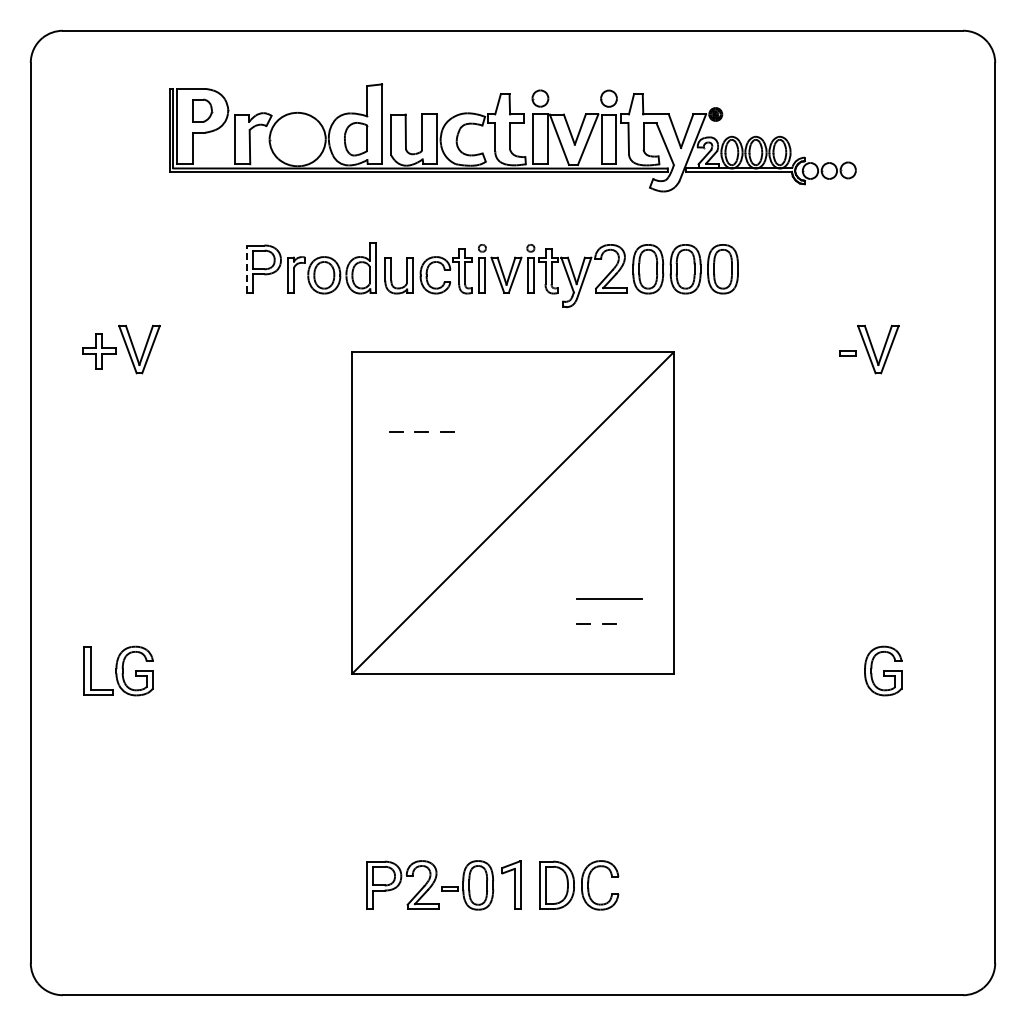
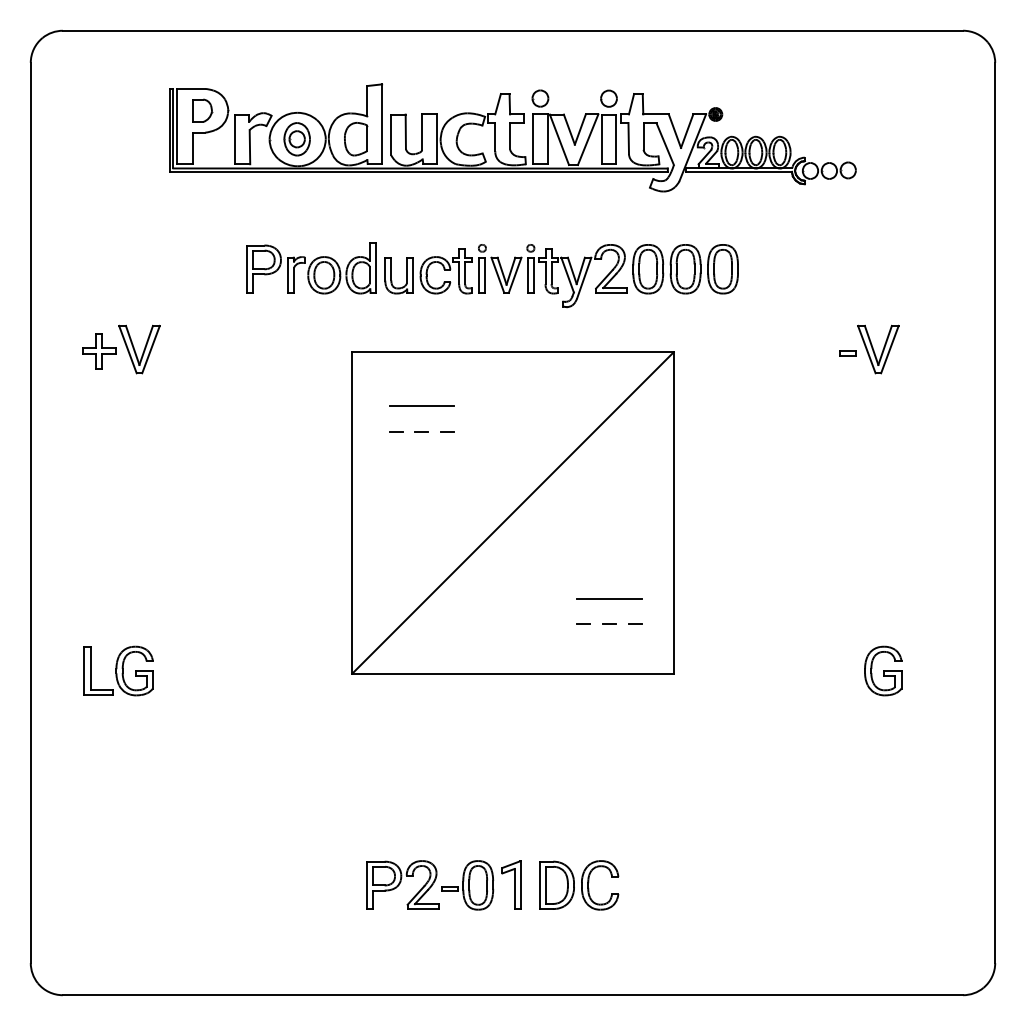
part at (296, 139): none -> present
line at (246, 269): dashed -> solid
line at (421, 405): none -> present
line at (635, 623): none -> present
